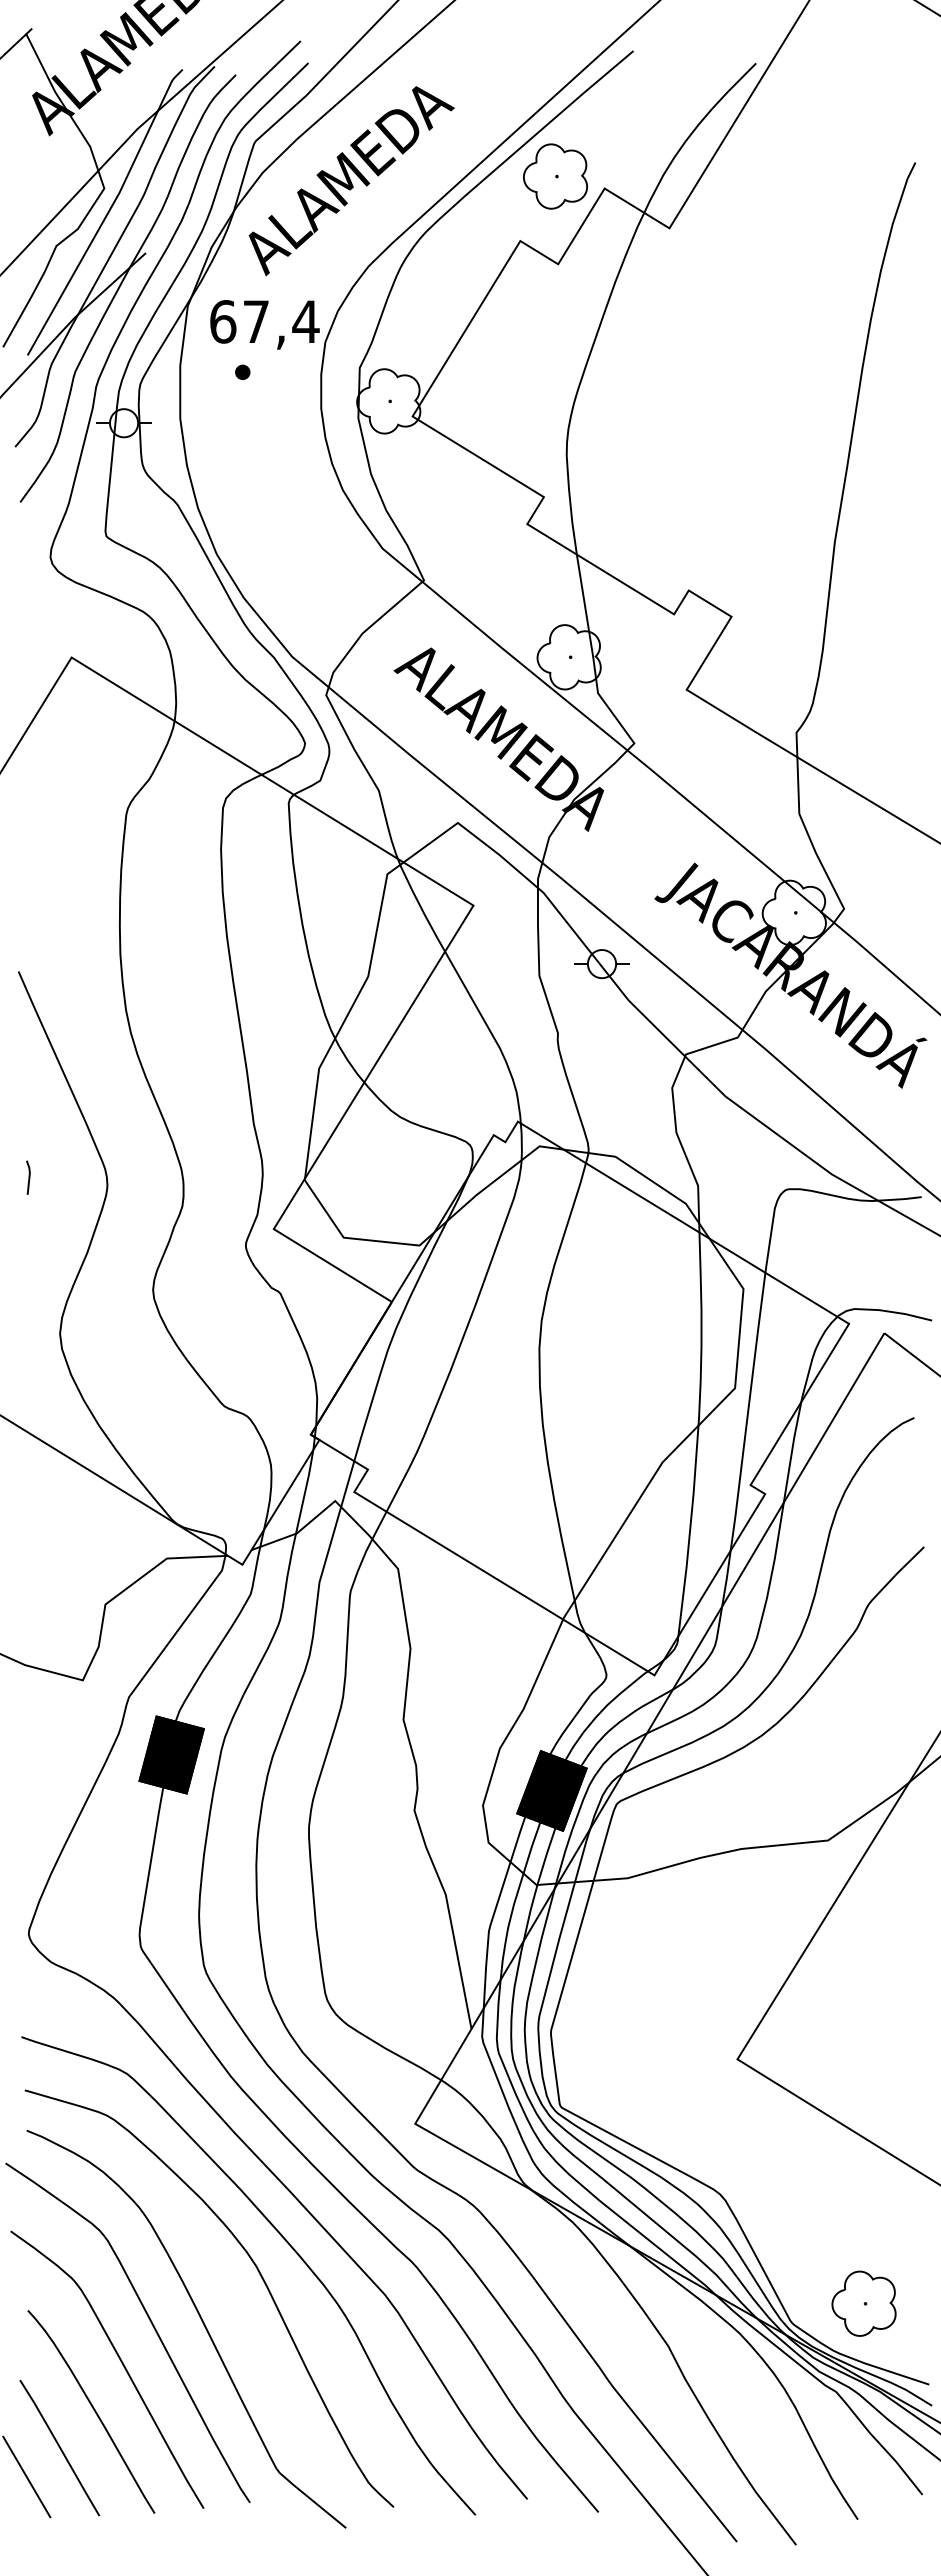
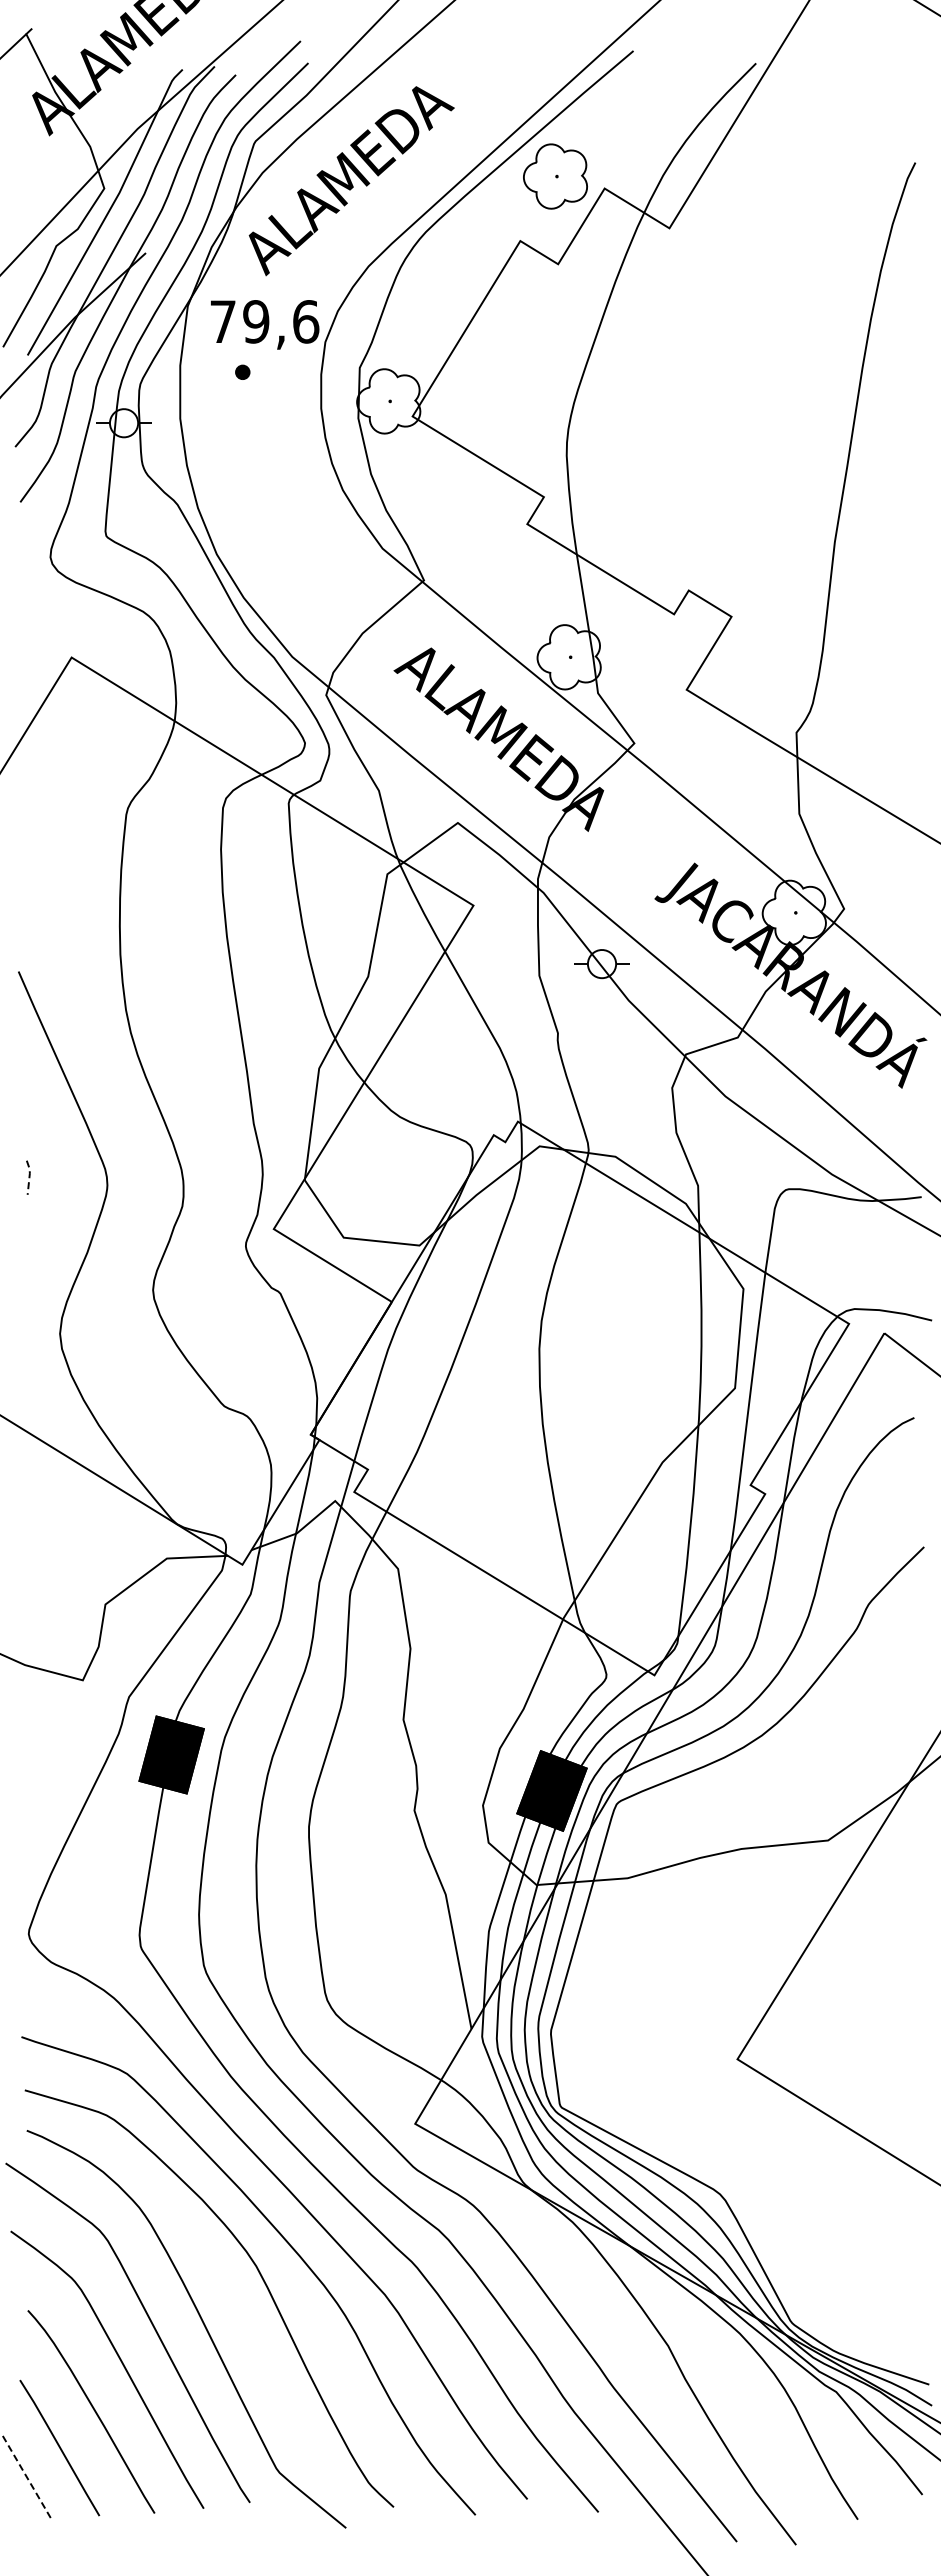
text at (264, 321): 67,4 -> 79,6
line at (29, 1176): solid -> dashed
part at (863, 2303): present -> none
line at (26, 2477): solid -> dashed
